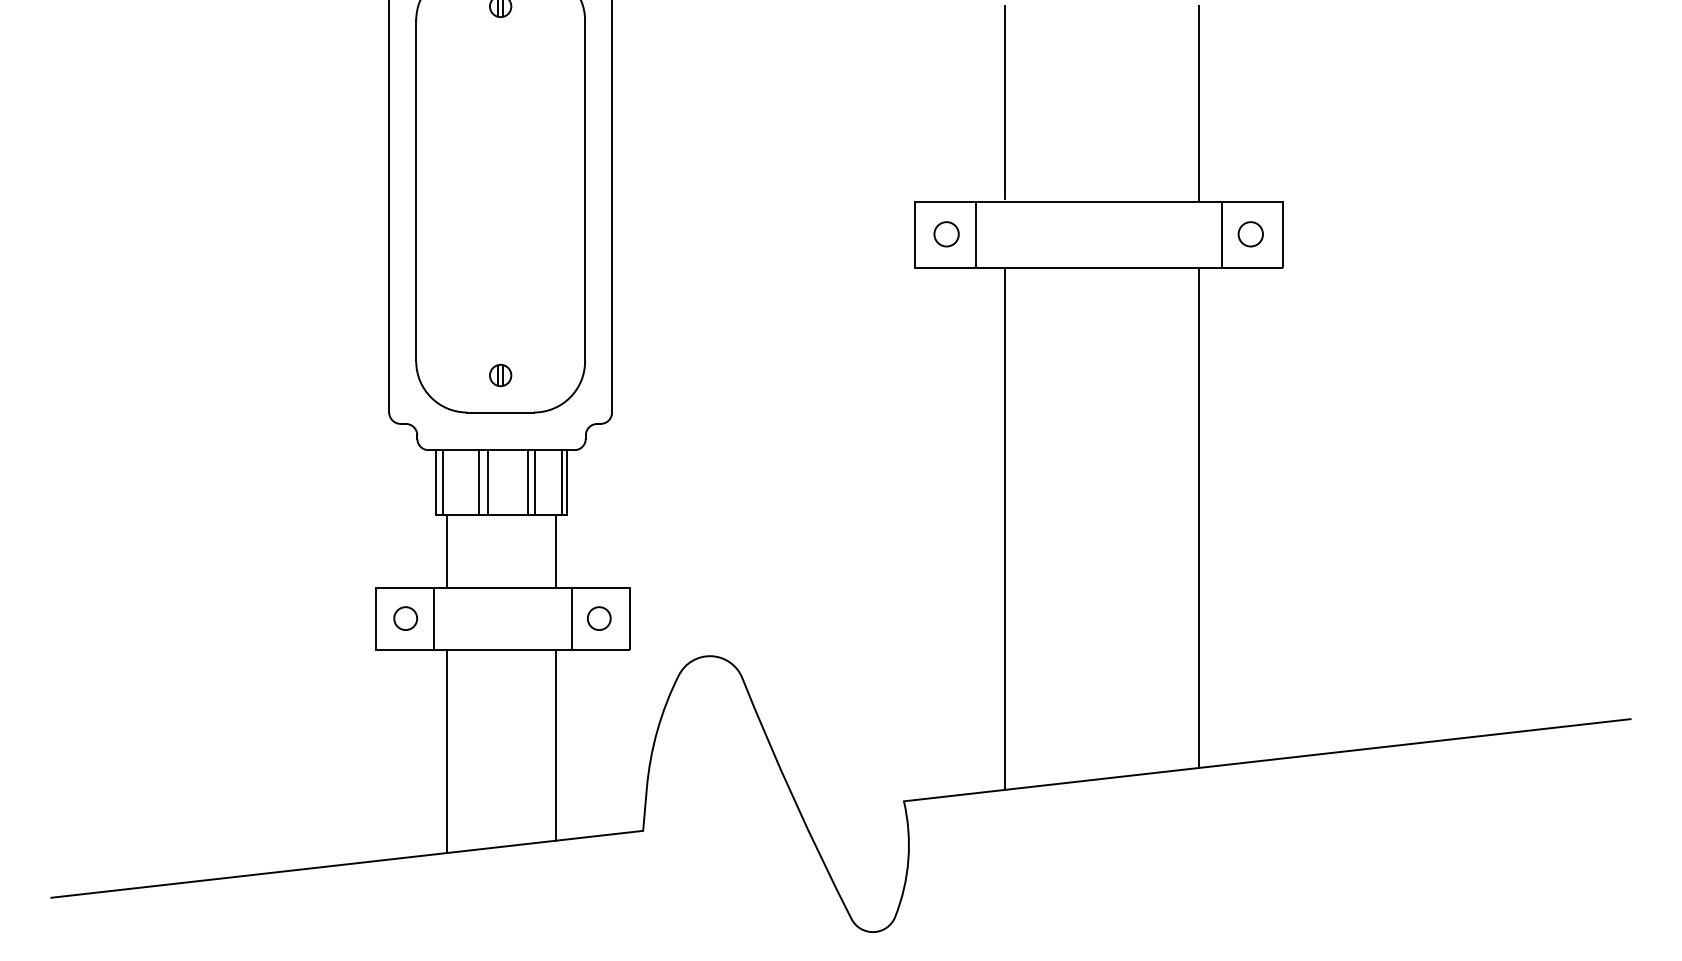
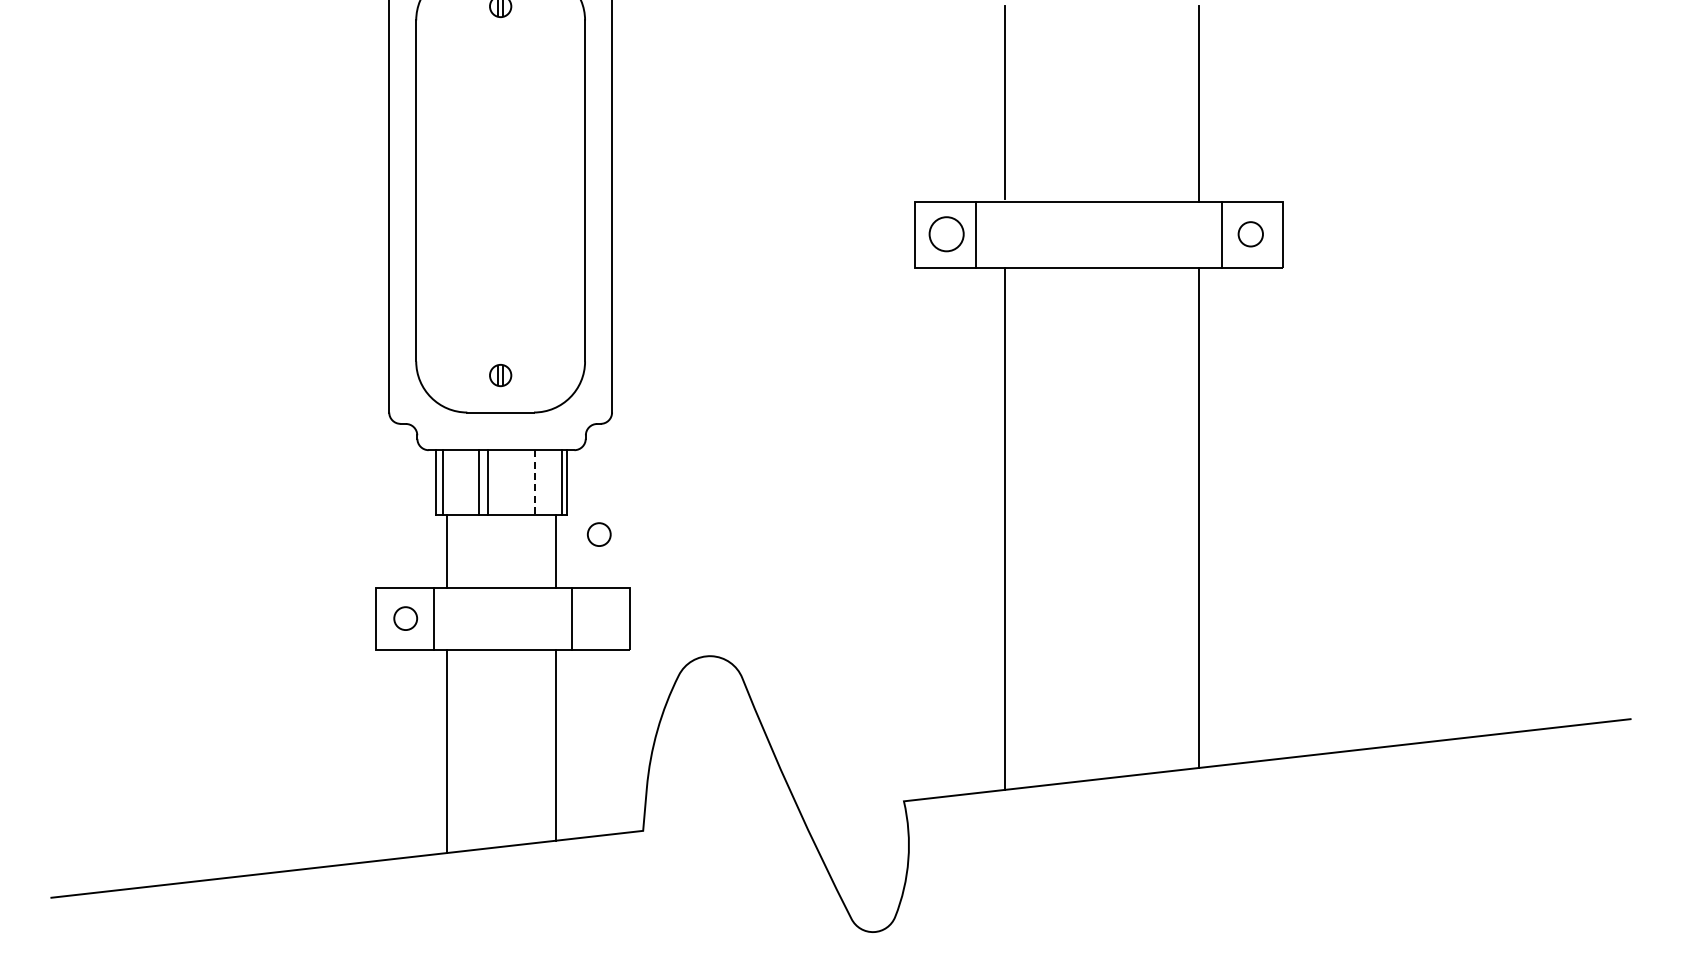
circle at (946, 234) size: 27x27 px -> 37x37 px
line at (528, 482): present -> none
line at (535, 482): solid -> dashed
circle at (599, 618) position: (599, 618) -> (599, 534)
